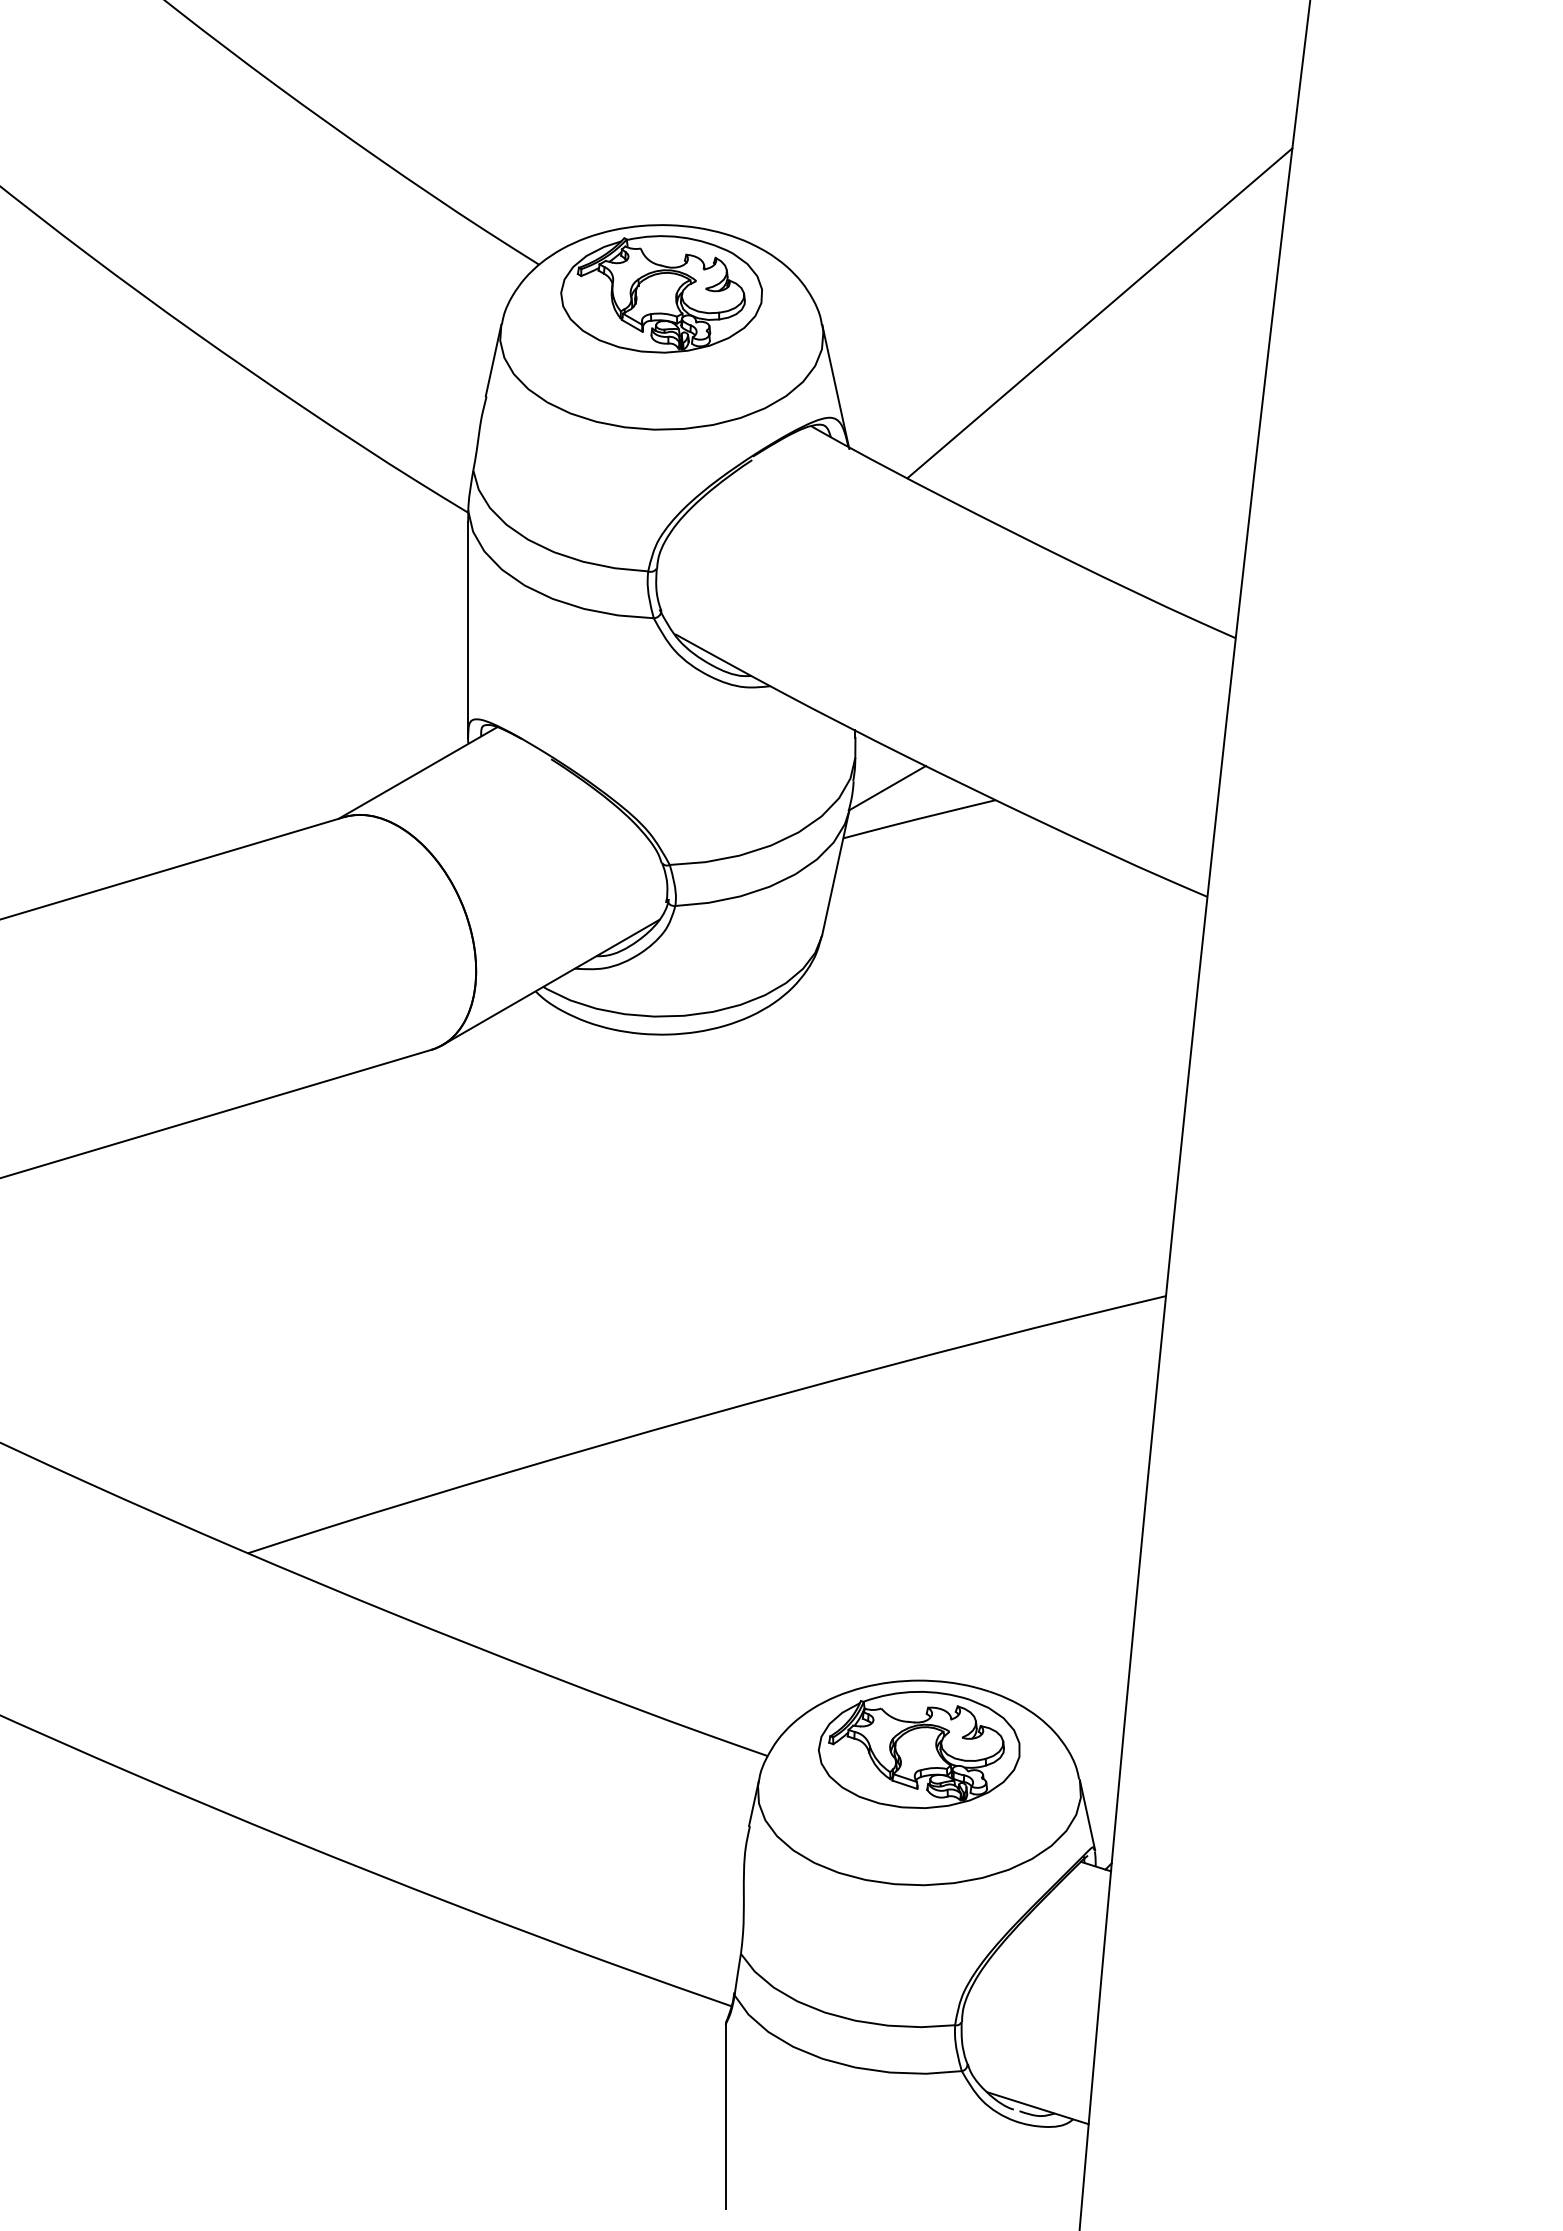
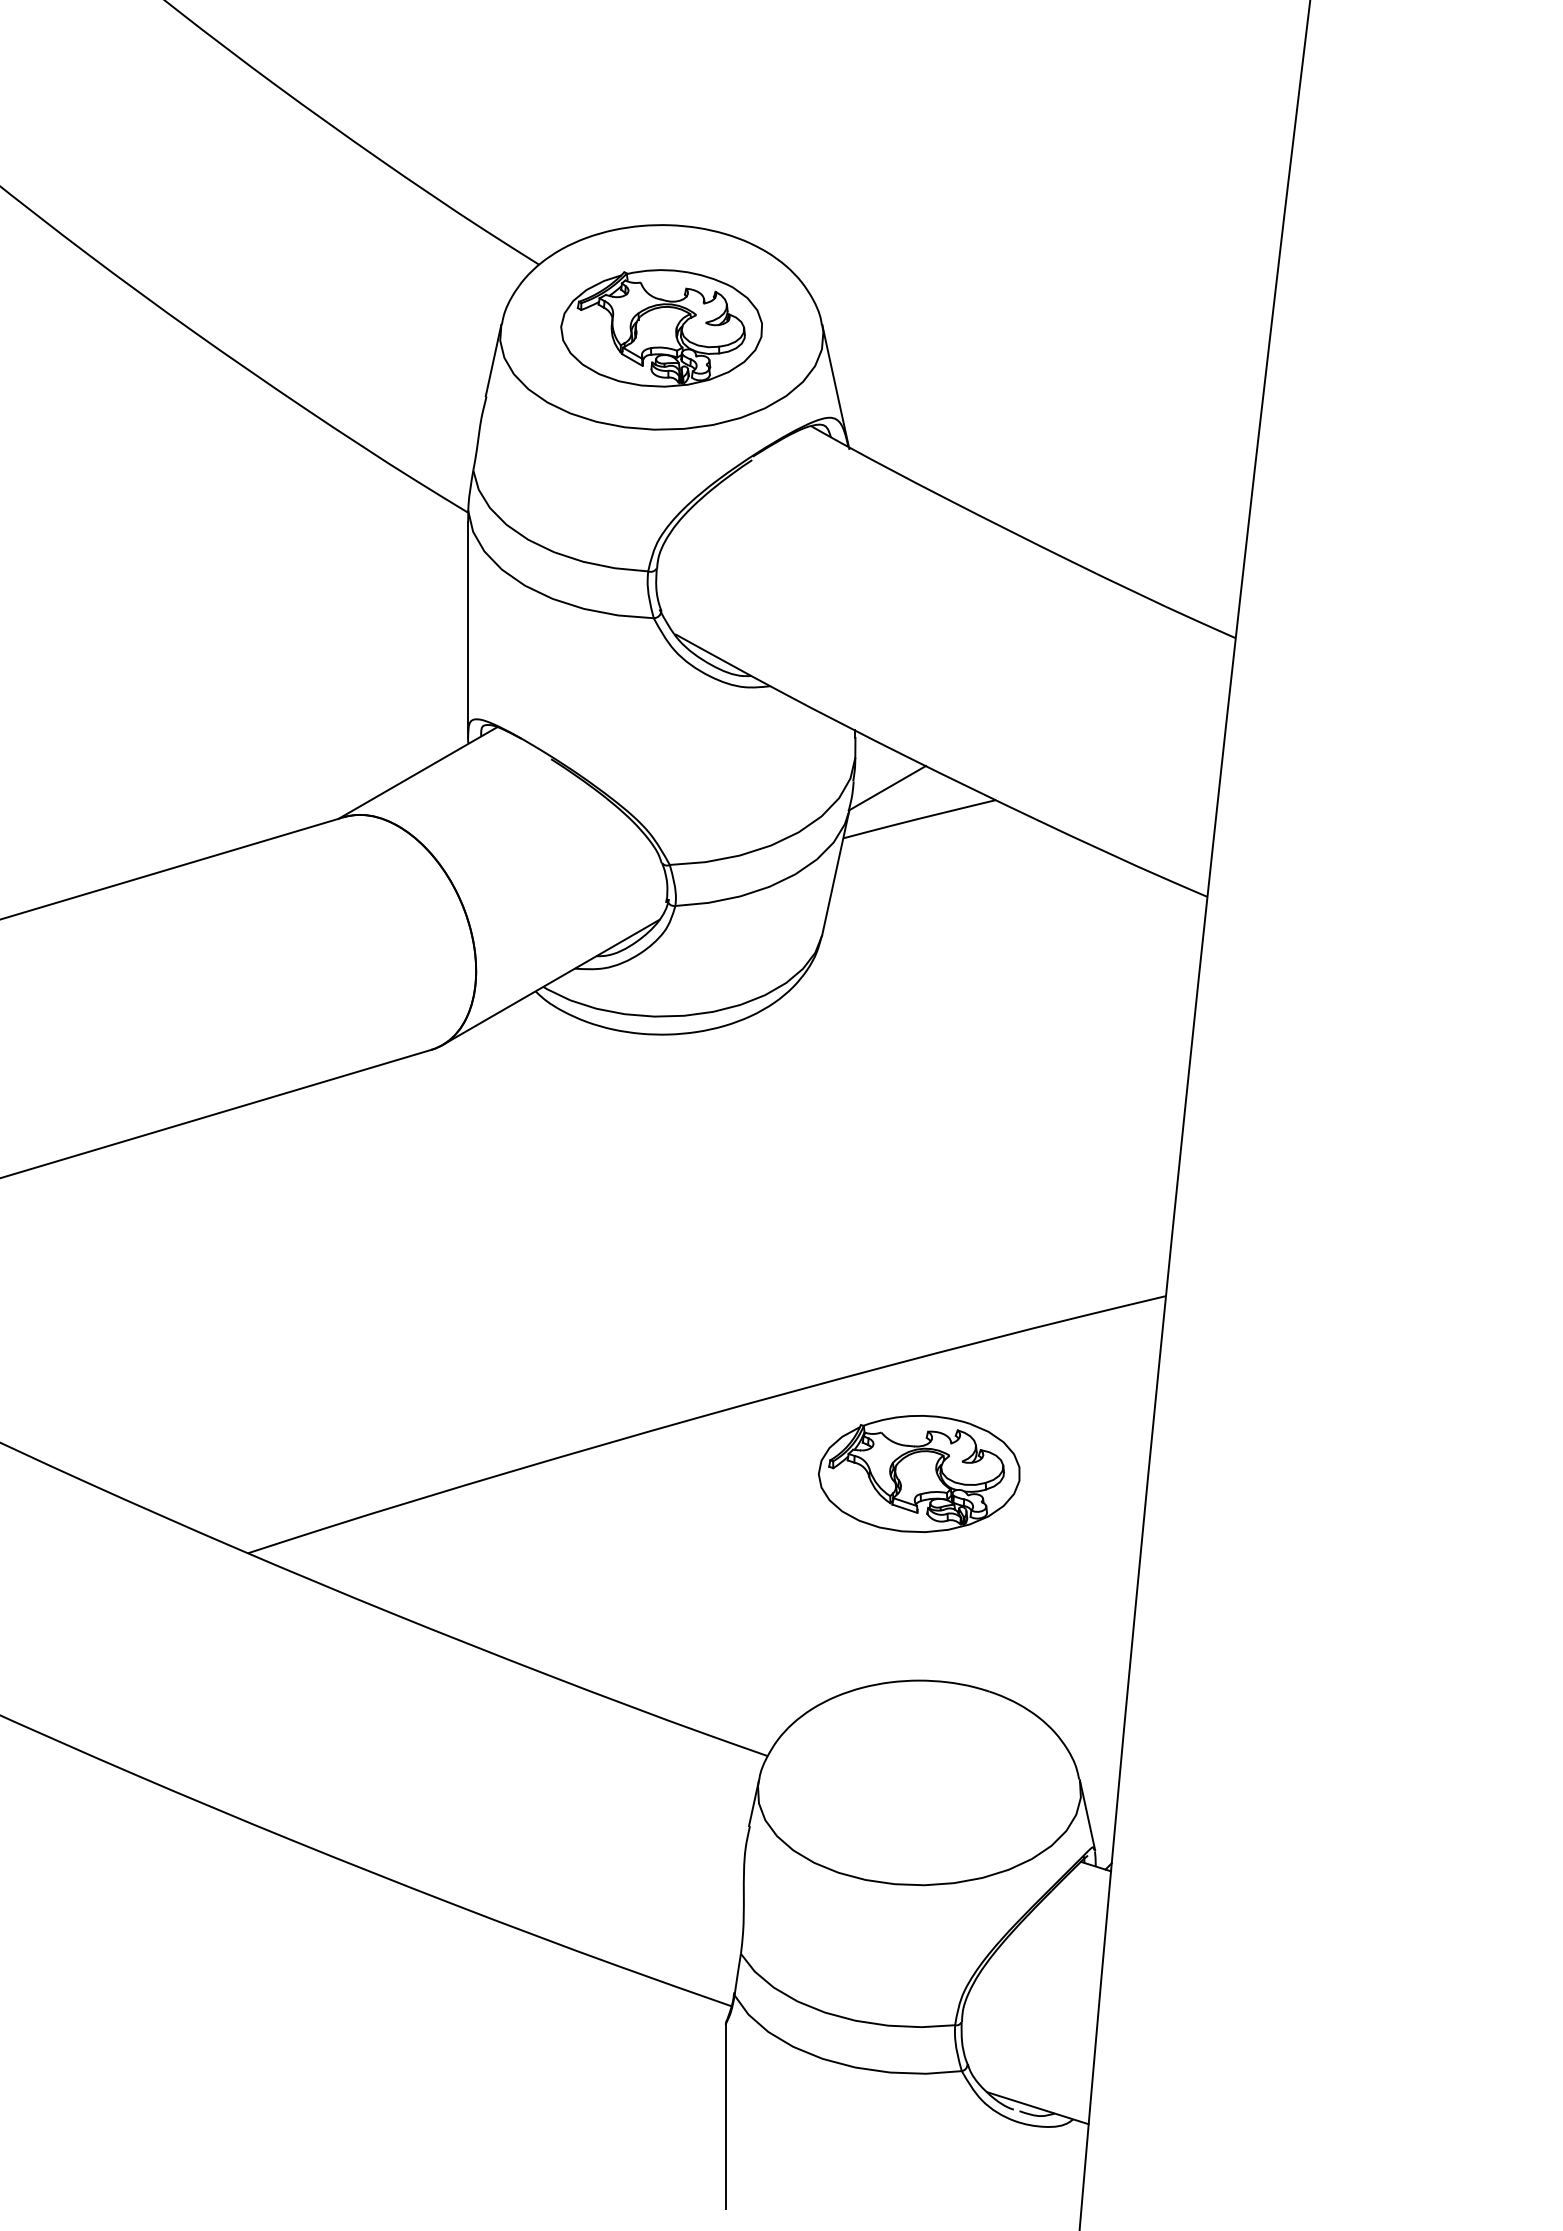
part at (661, 294) position: (661, 294) -> (661, 328)
line at (1099, 313): present -> none
part at (919, 1749) position: (919, 1749) -> (919, 1473)
